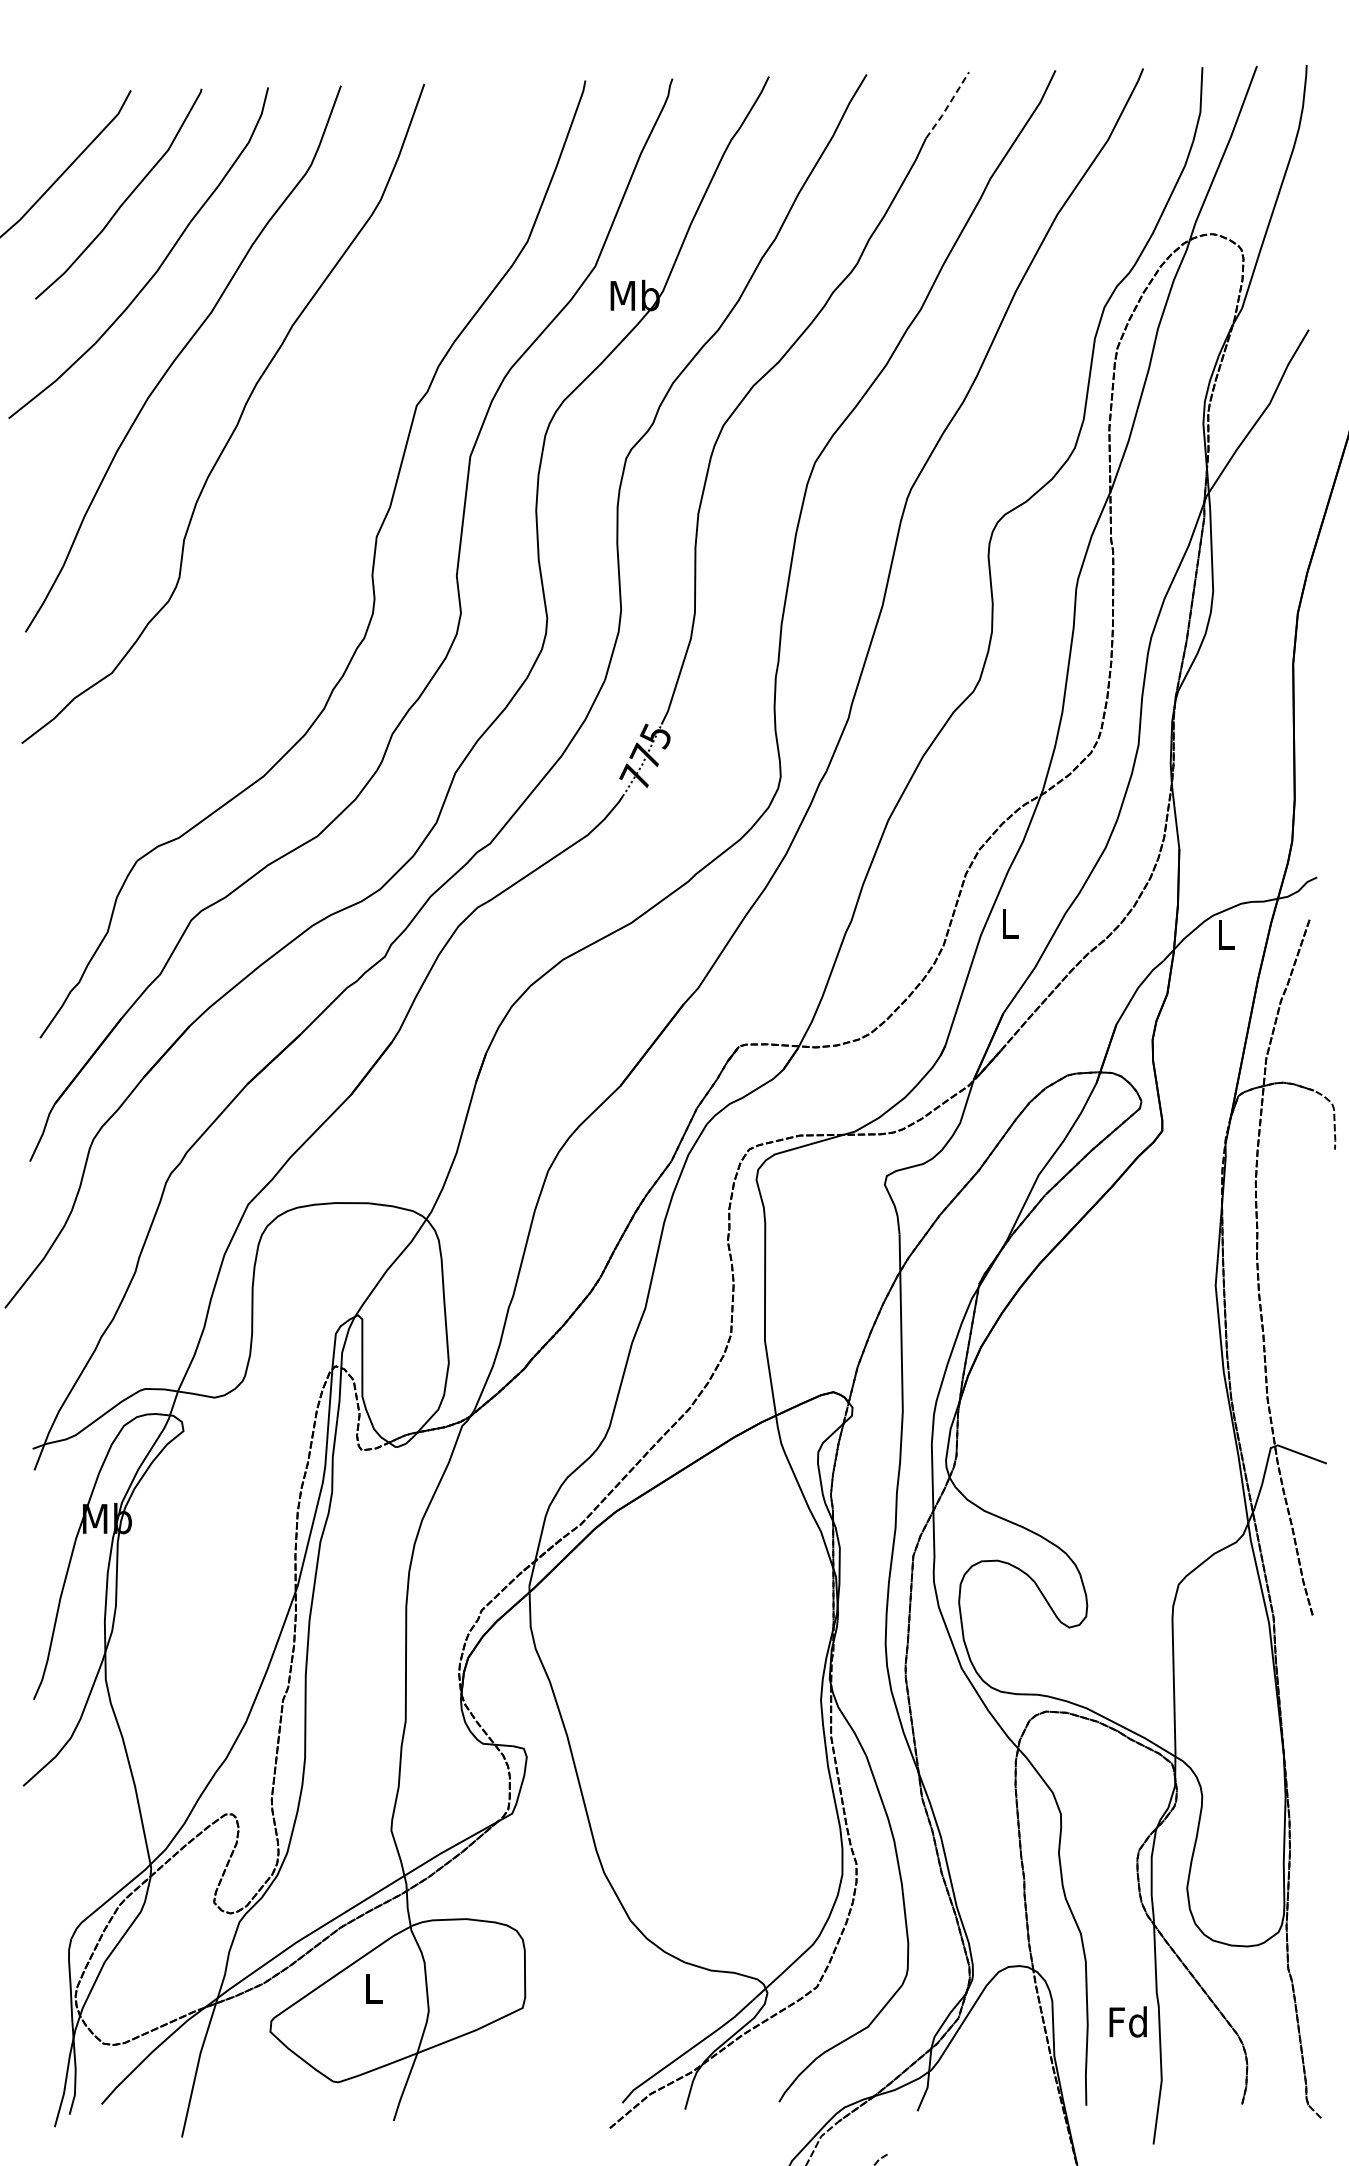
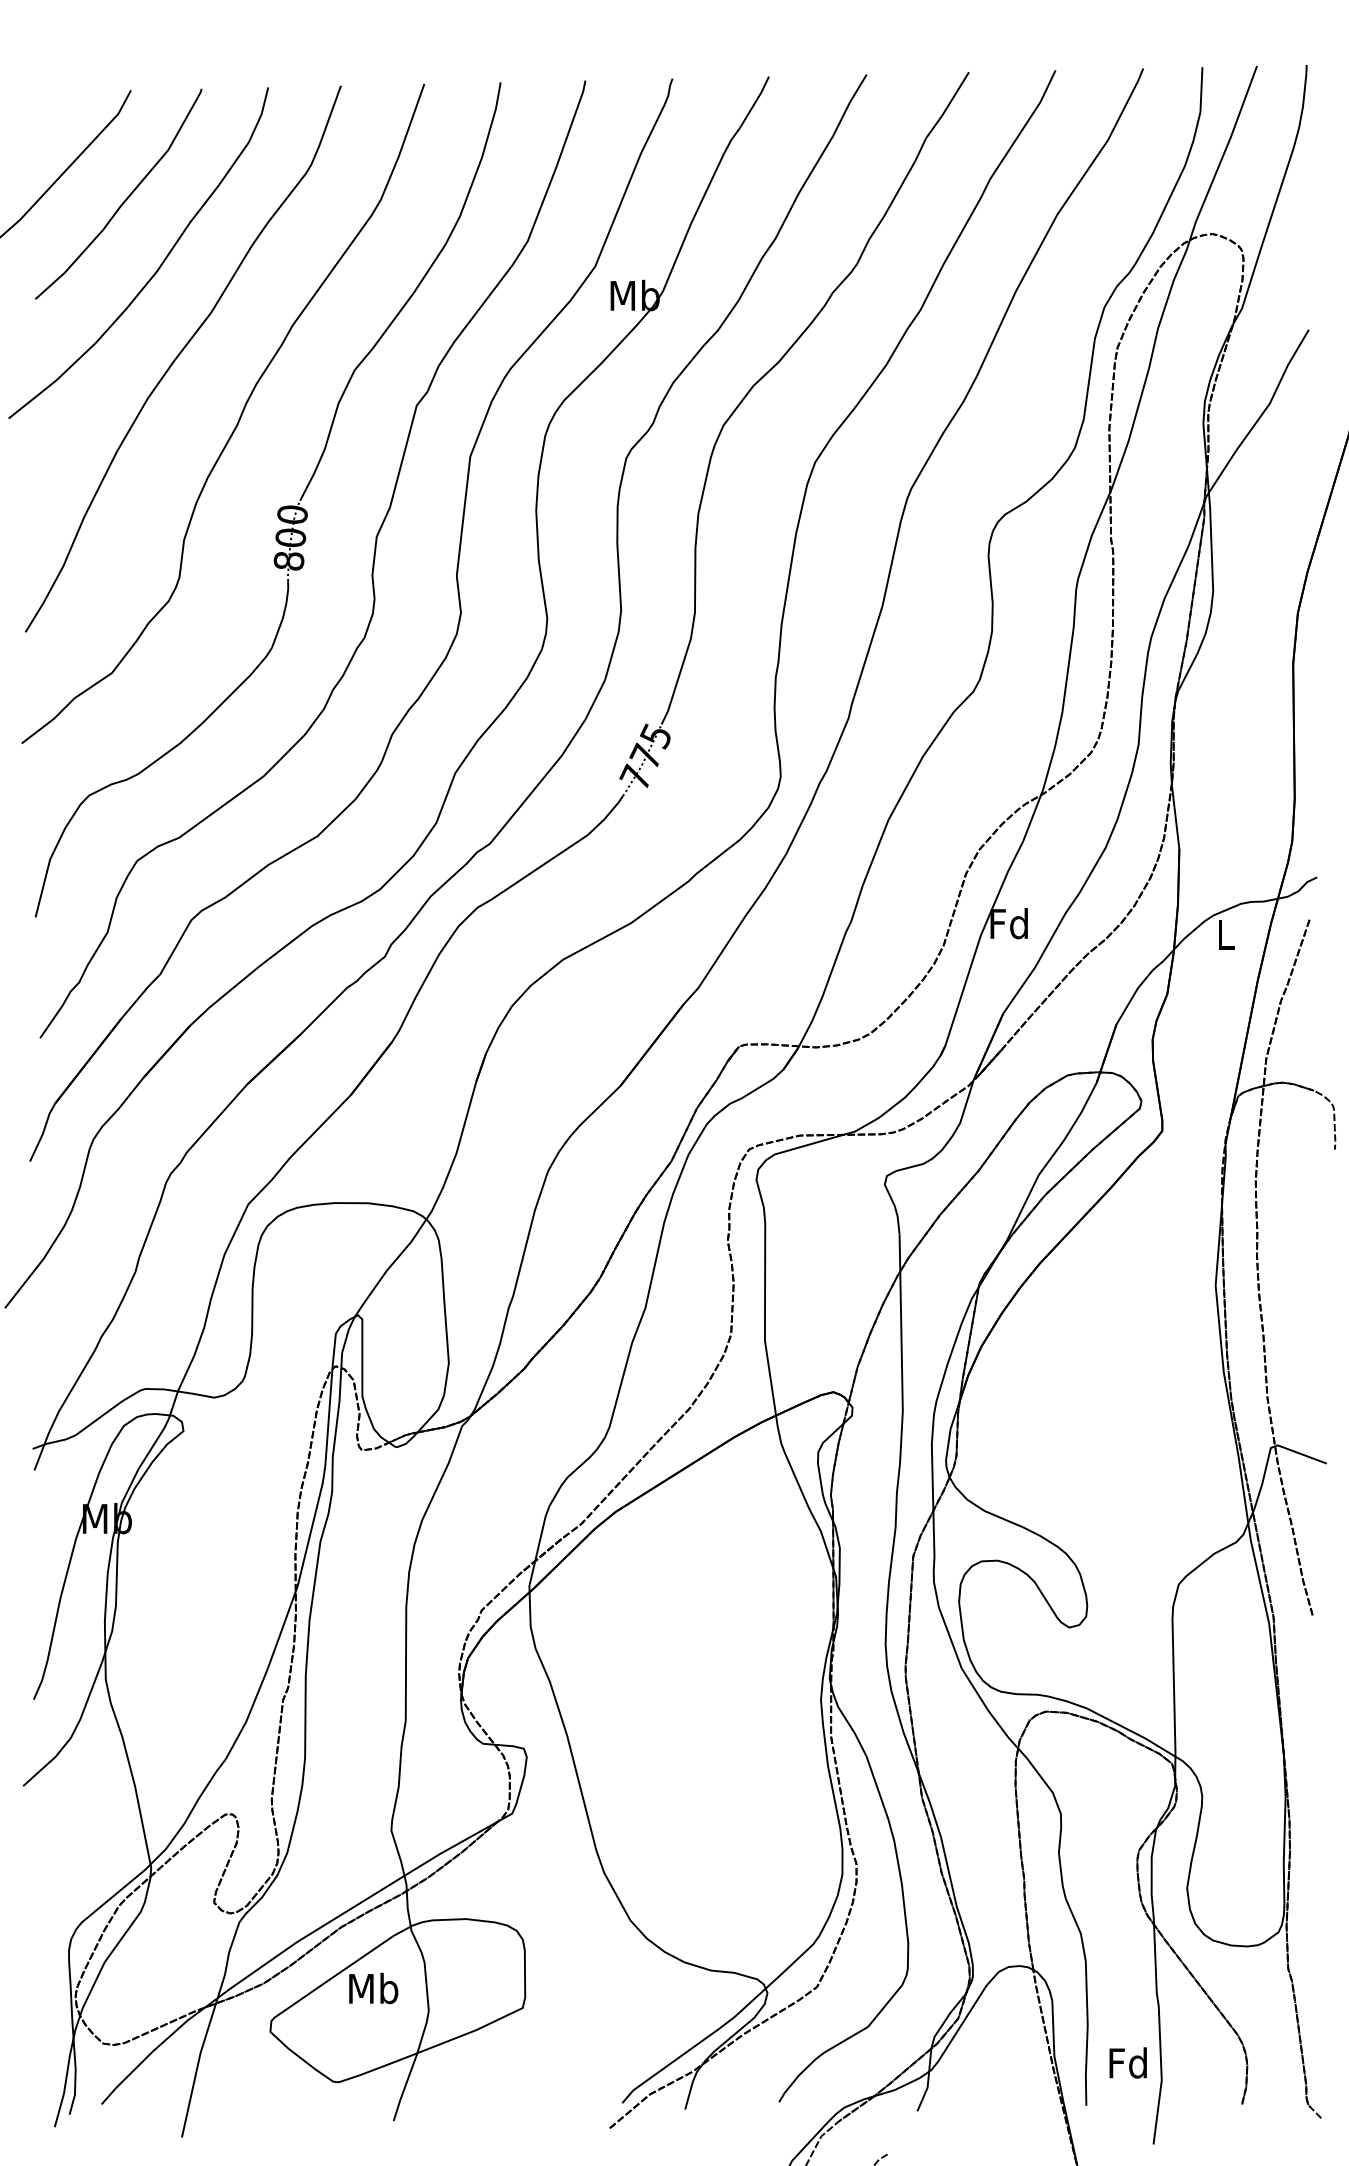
line at (948, 105): dashed -> solid
part at (278, 509): none -> present
text at (1008, 923): L -> Fd
text at (373, 1988): L -> Mb
text at (1127, 2021) position: (1127, 2021) -> (1127, 2062)
